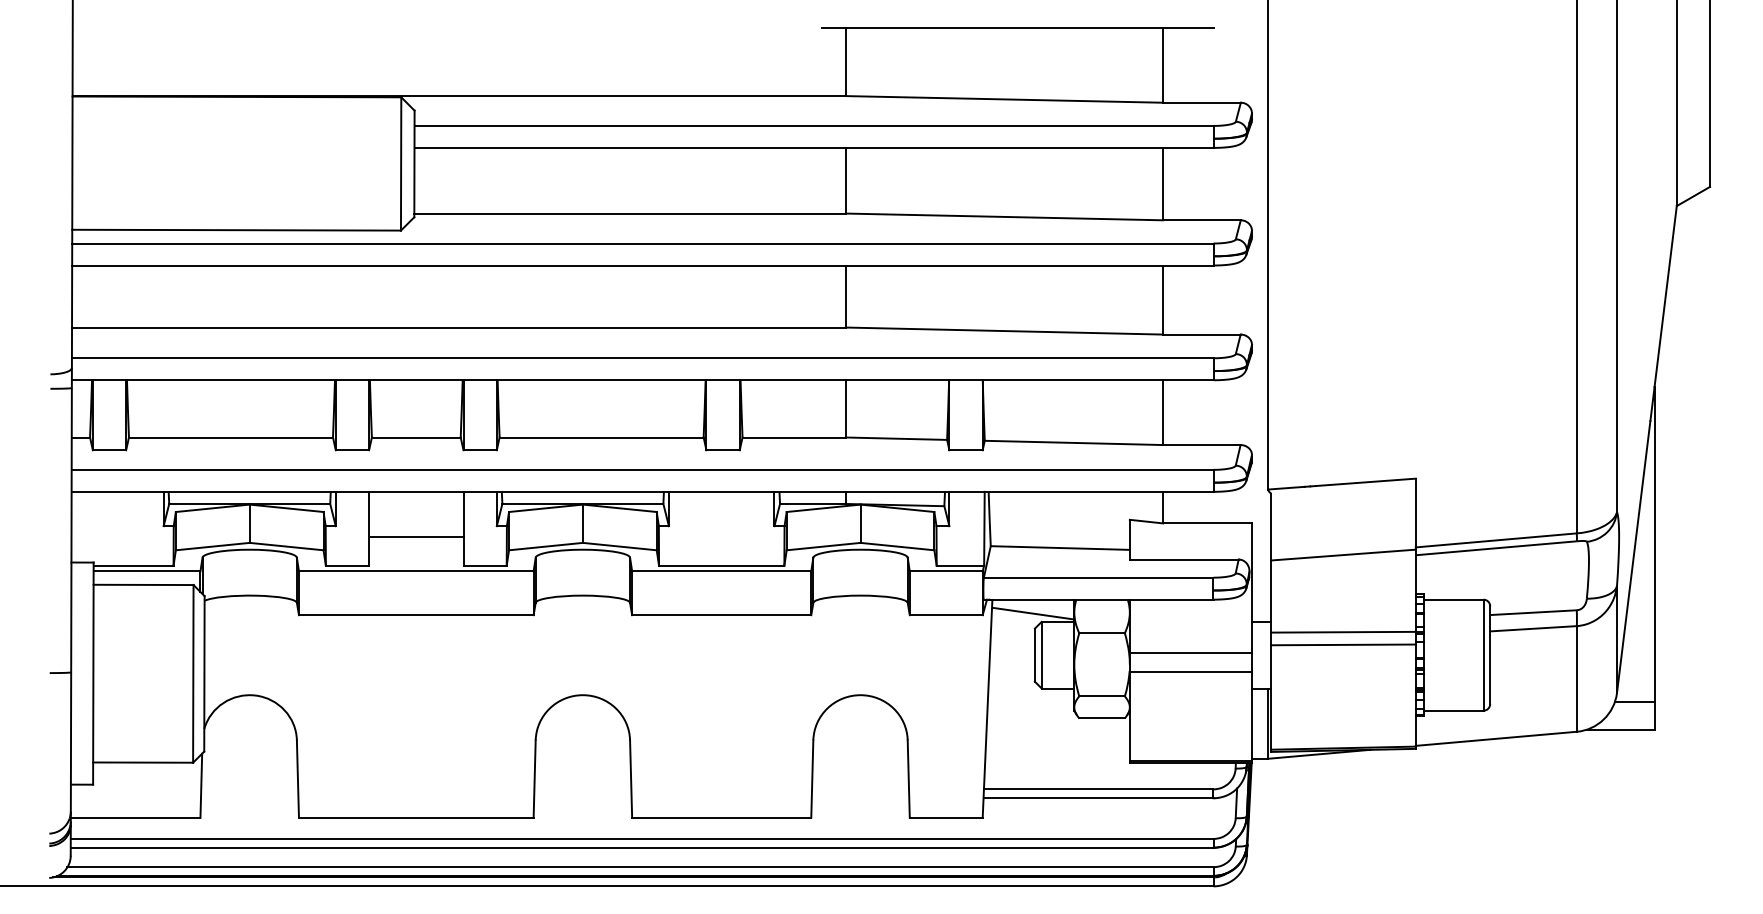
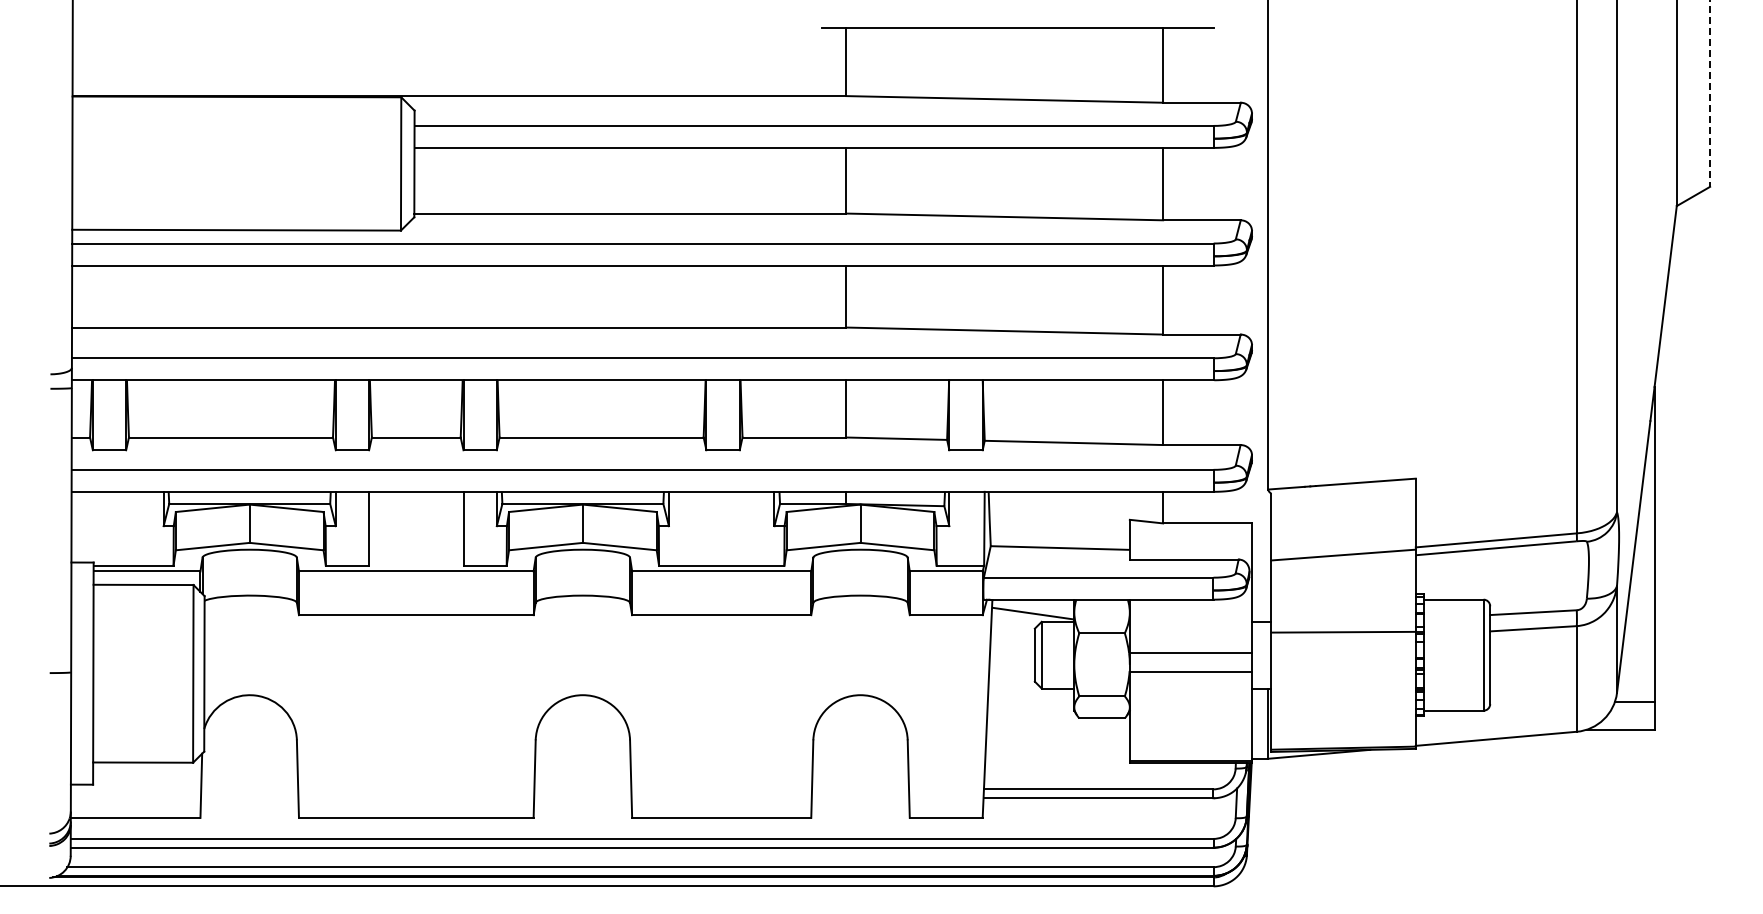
line at (1710, 93): solid -> dashed
line at (416, 536): present -> none
line at (1343, 644): present -> none
